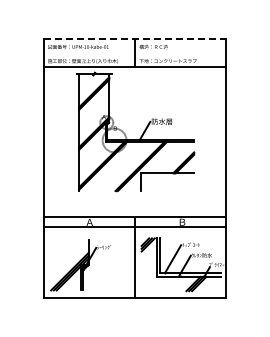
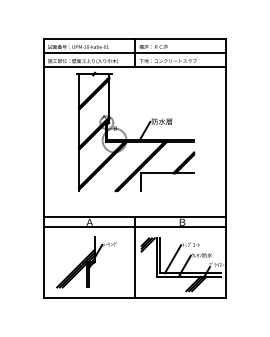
line at (135, 38): dashed -> solid
line at (134, 53): none -> present
part at (80, 265) position: (80, 265) -> (86, 262)
